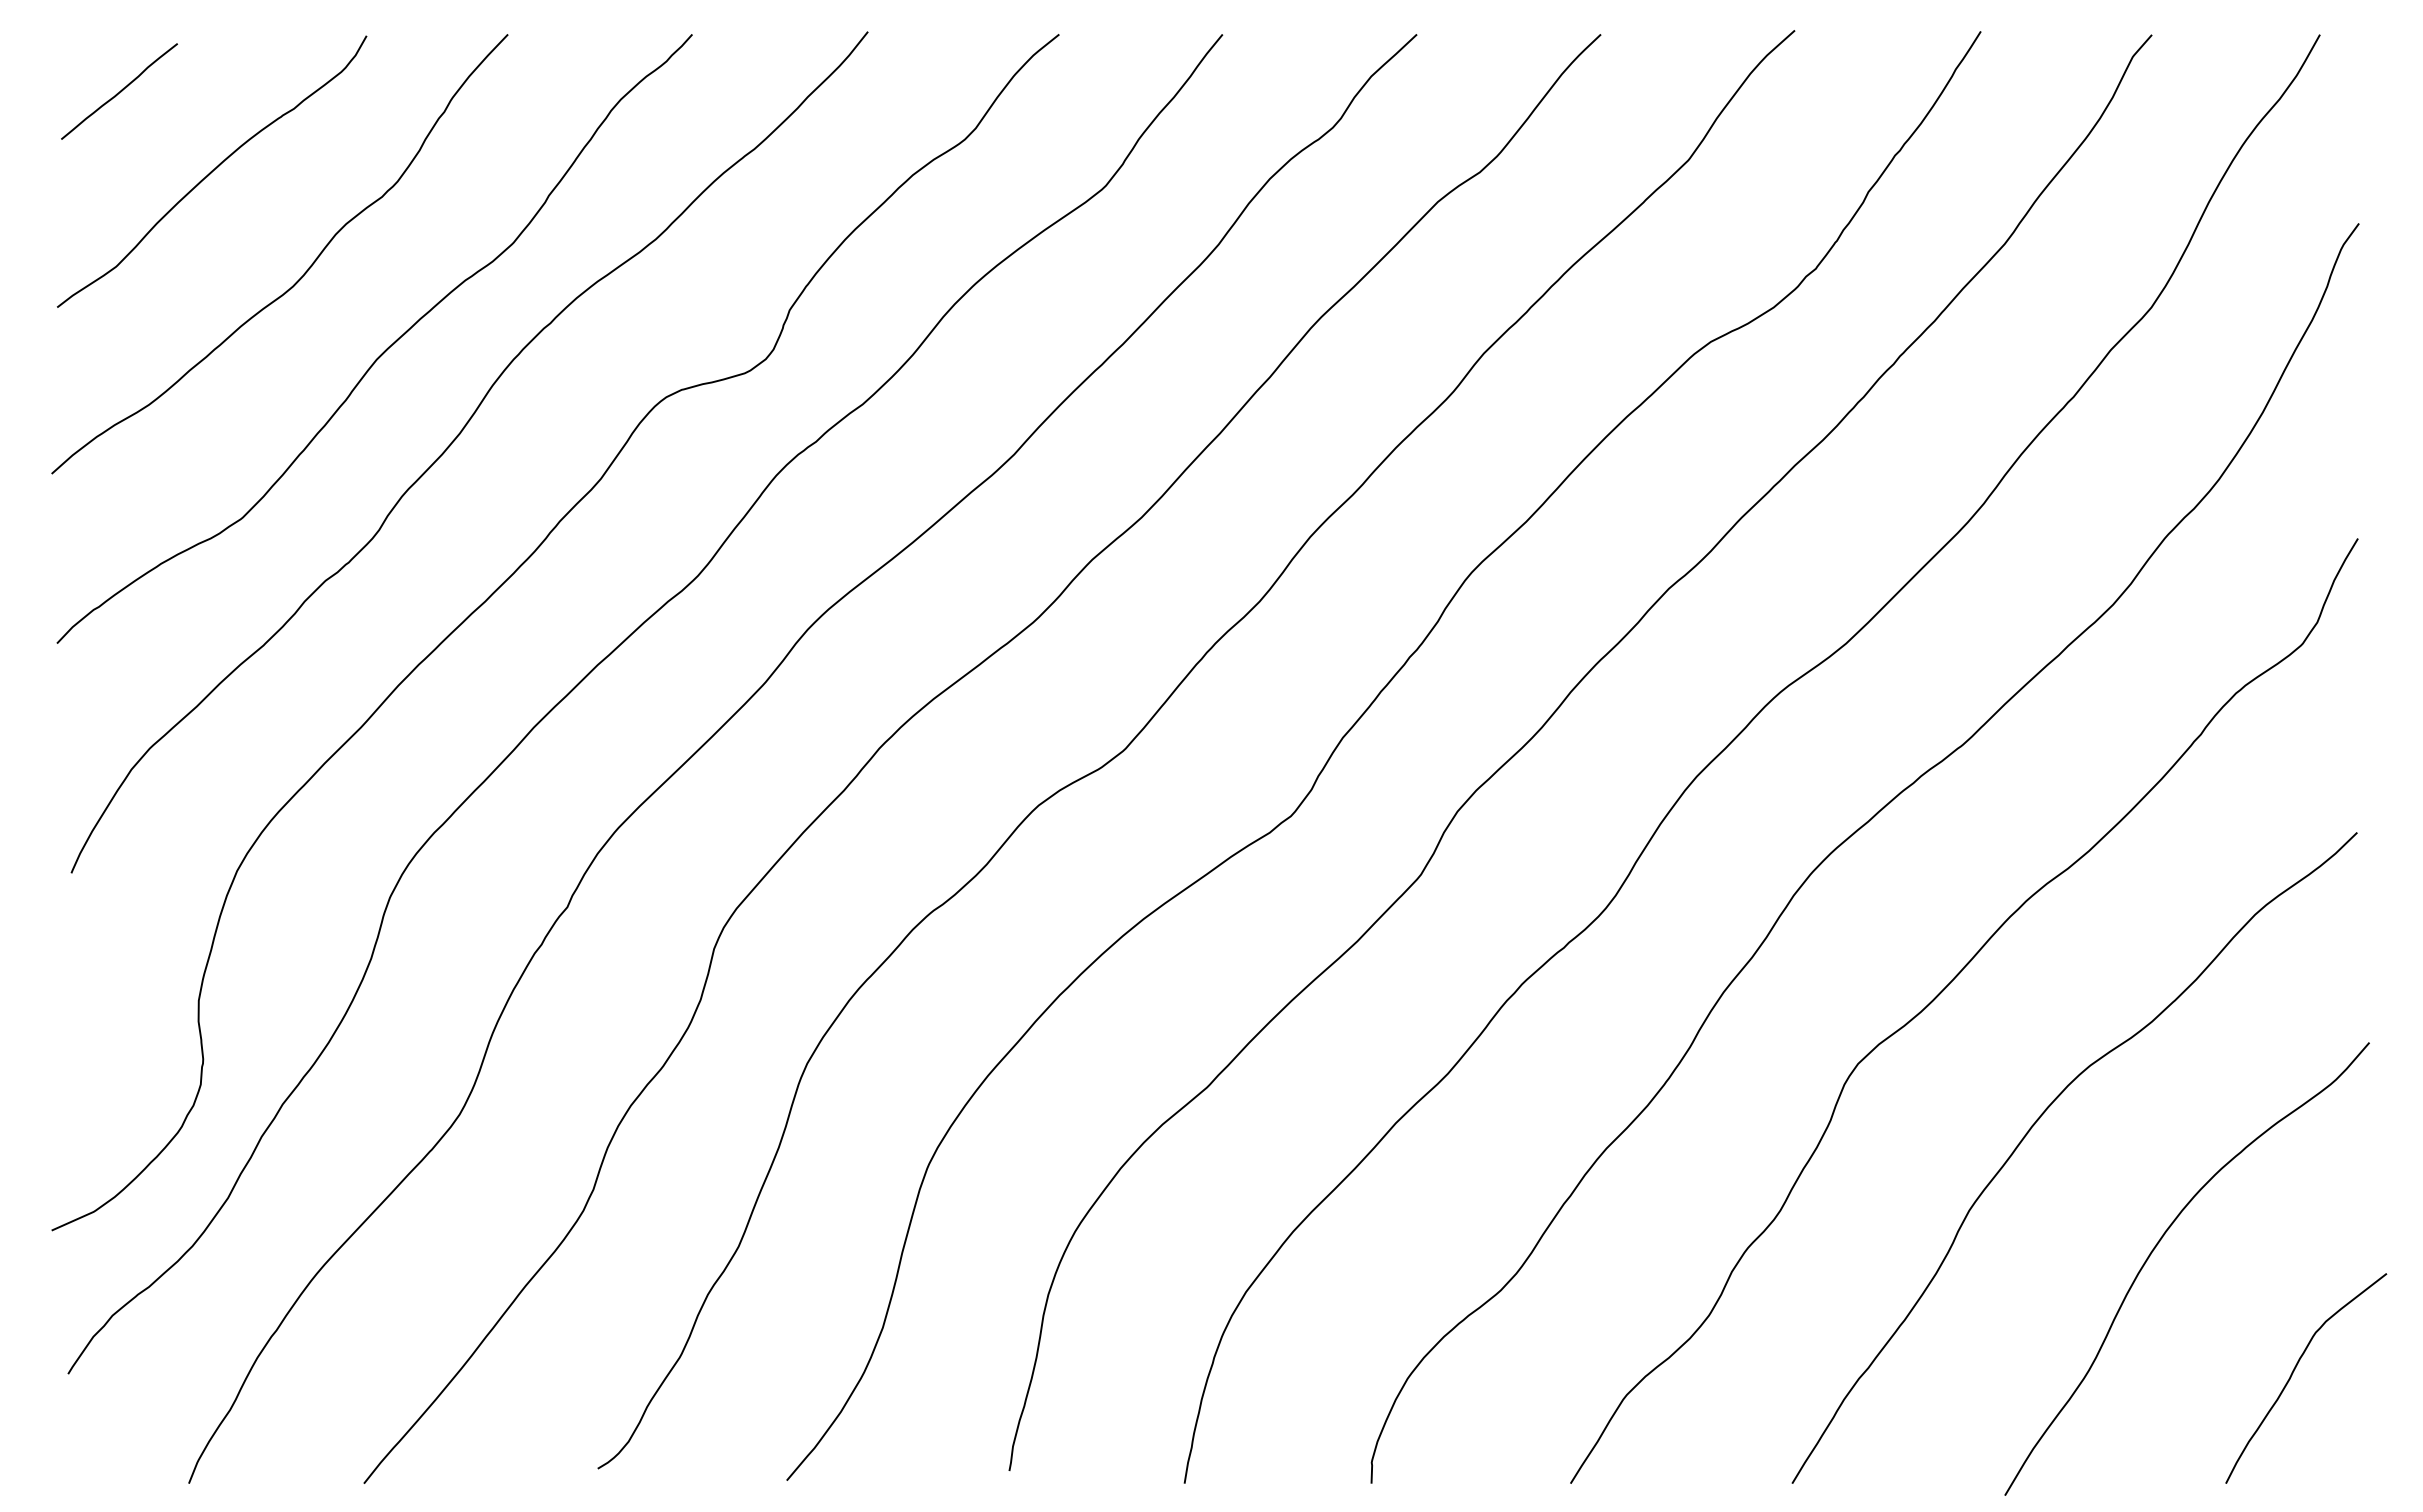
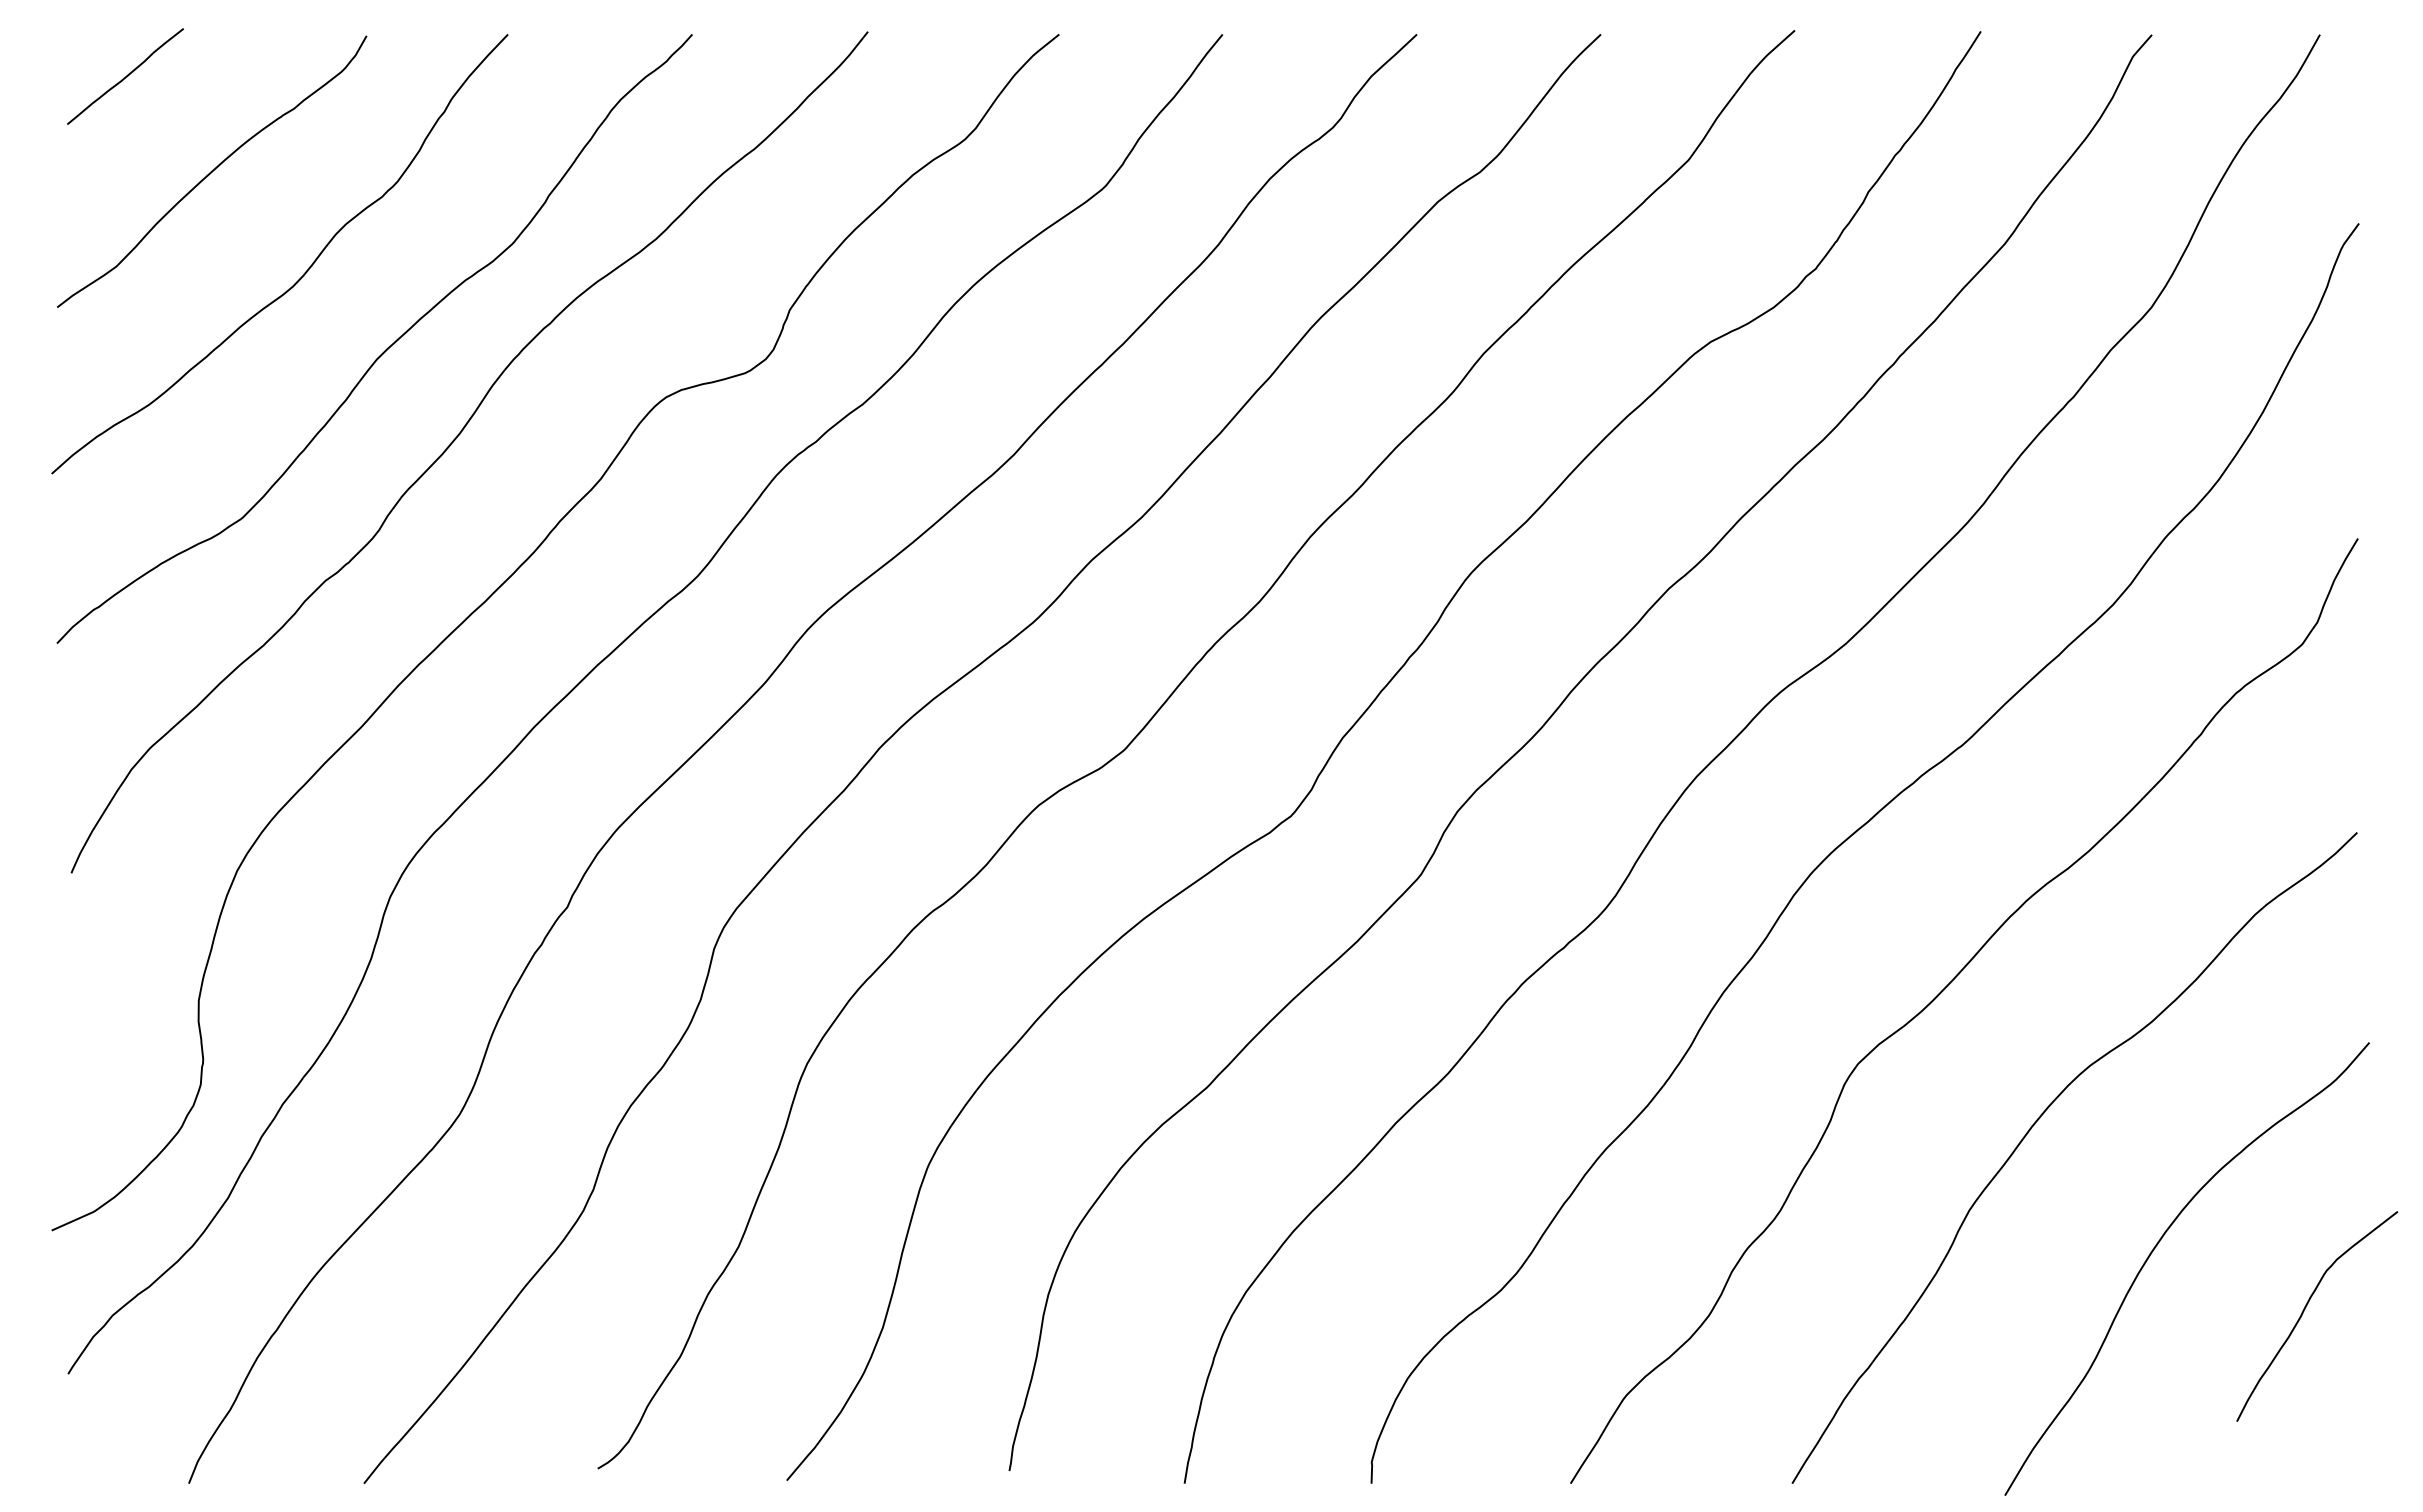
curve at (119, 91) position: (119, 91) -> (125, 76)
curve at (2294, 1371) position: (2294, 1371) -> (2305, 1309)
